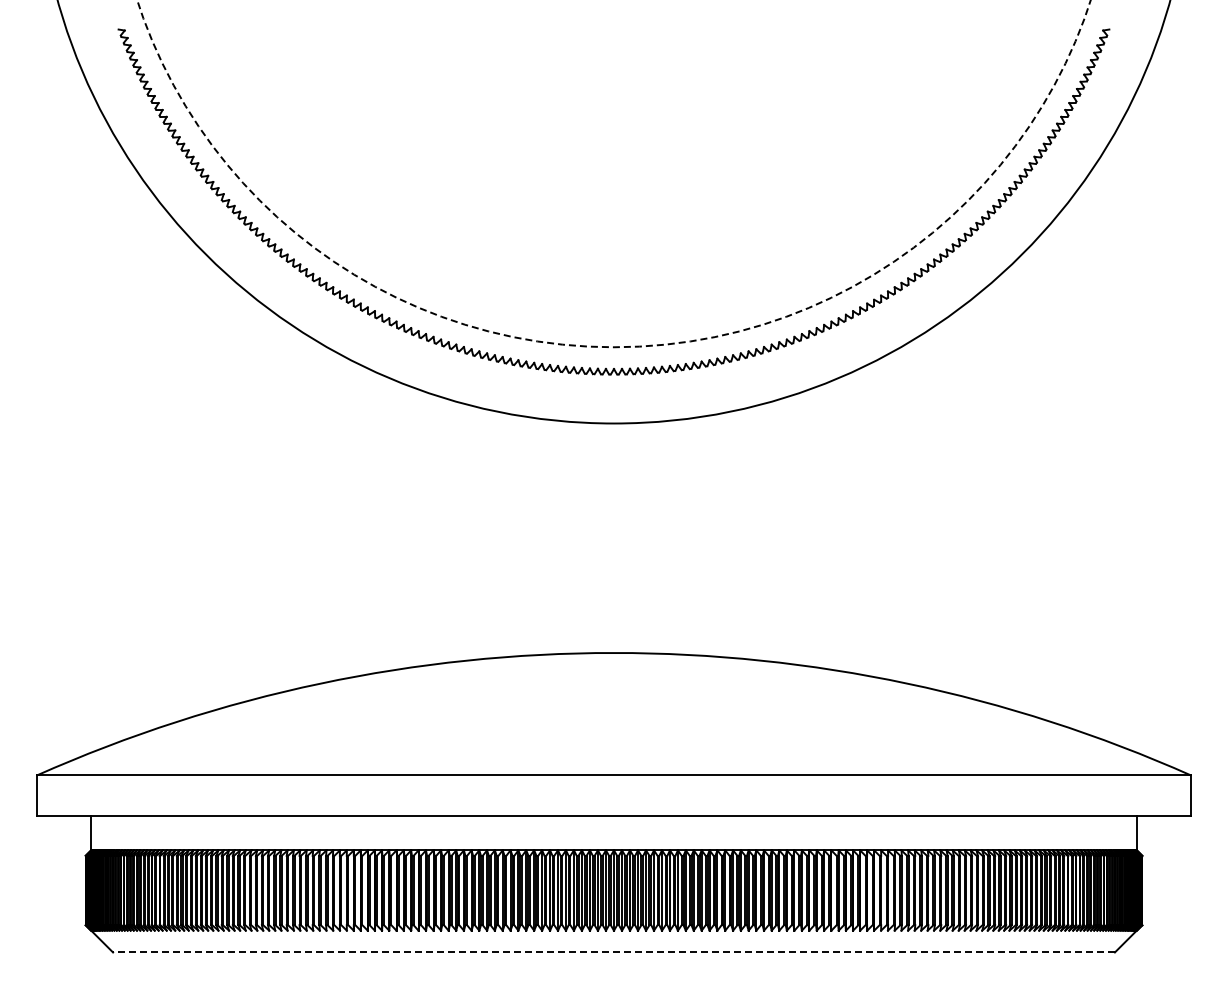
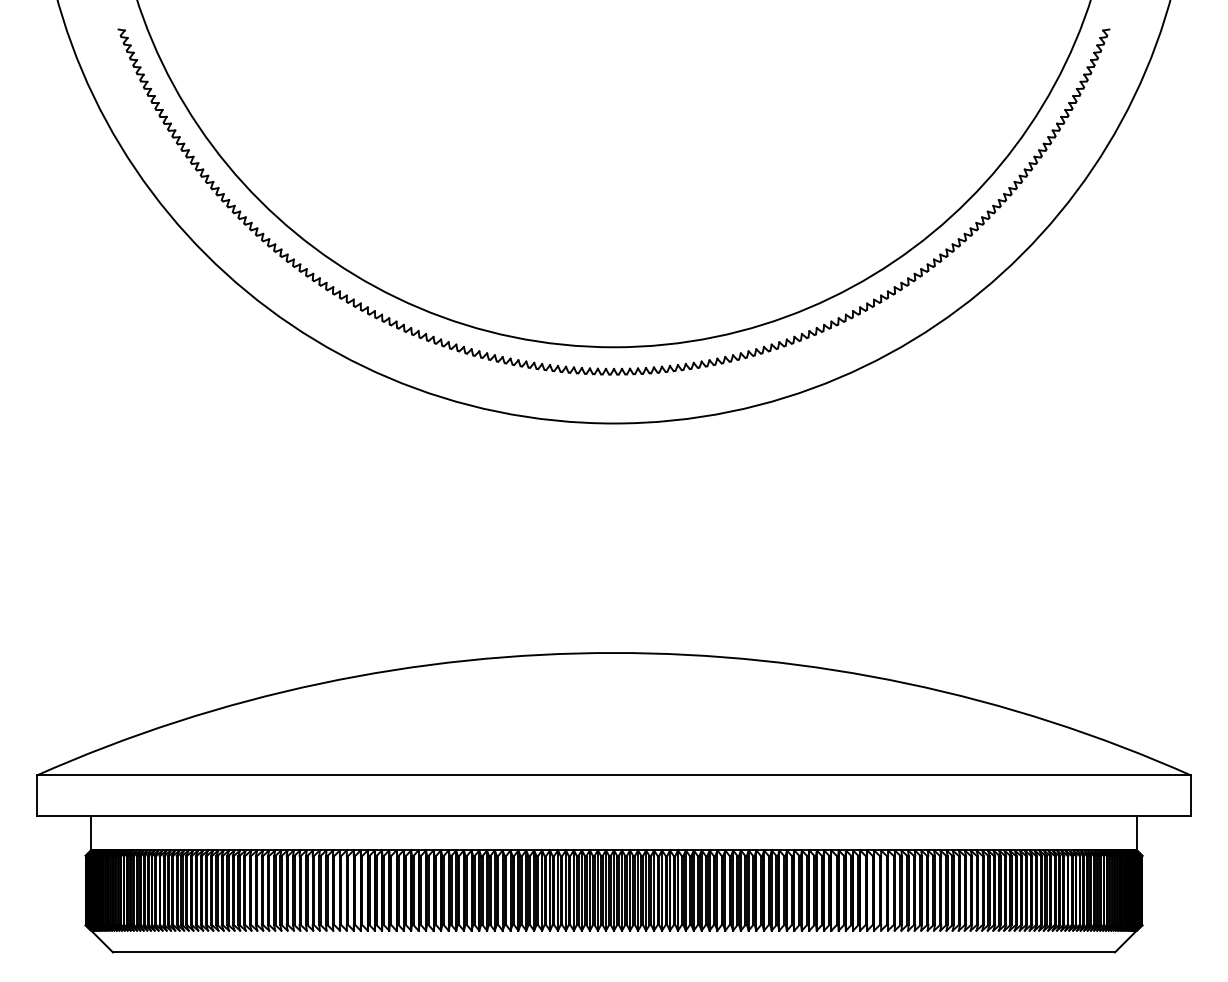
circle at (613, 173): dashed -> solid
line at (614, 952): dashed -> solid
